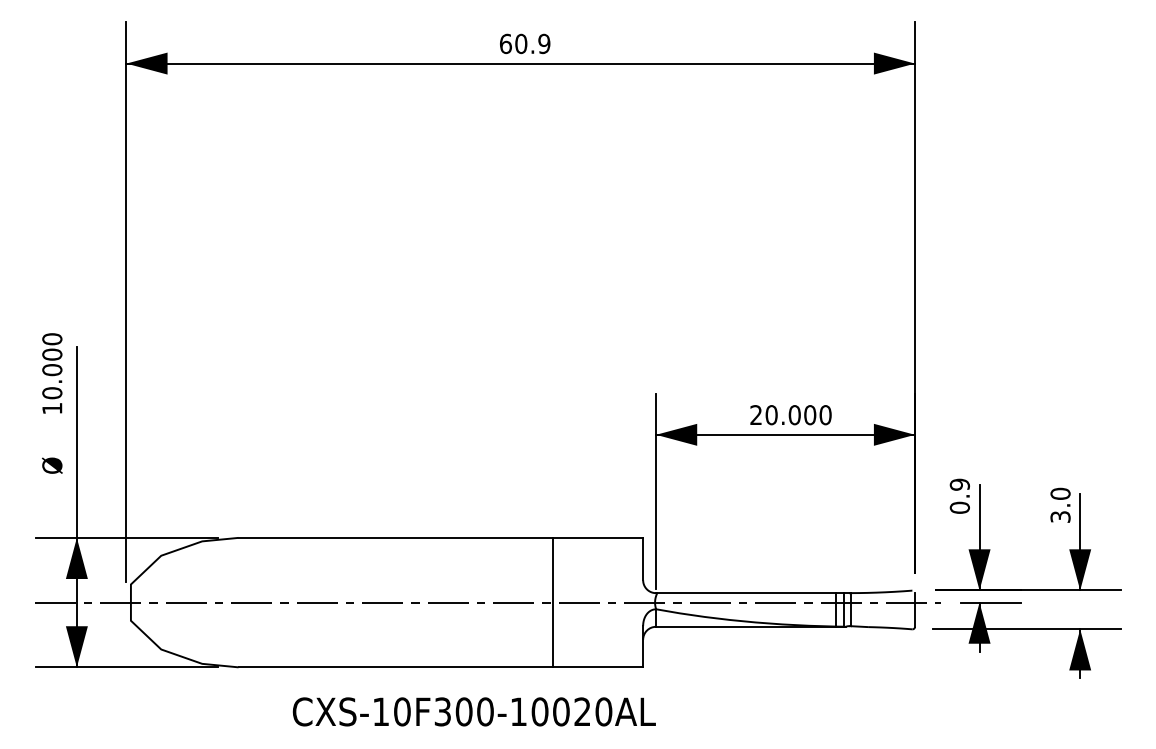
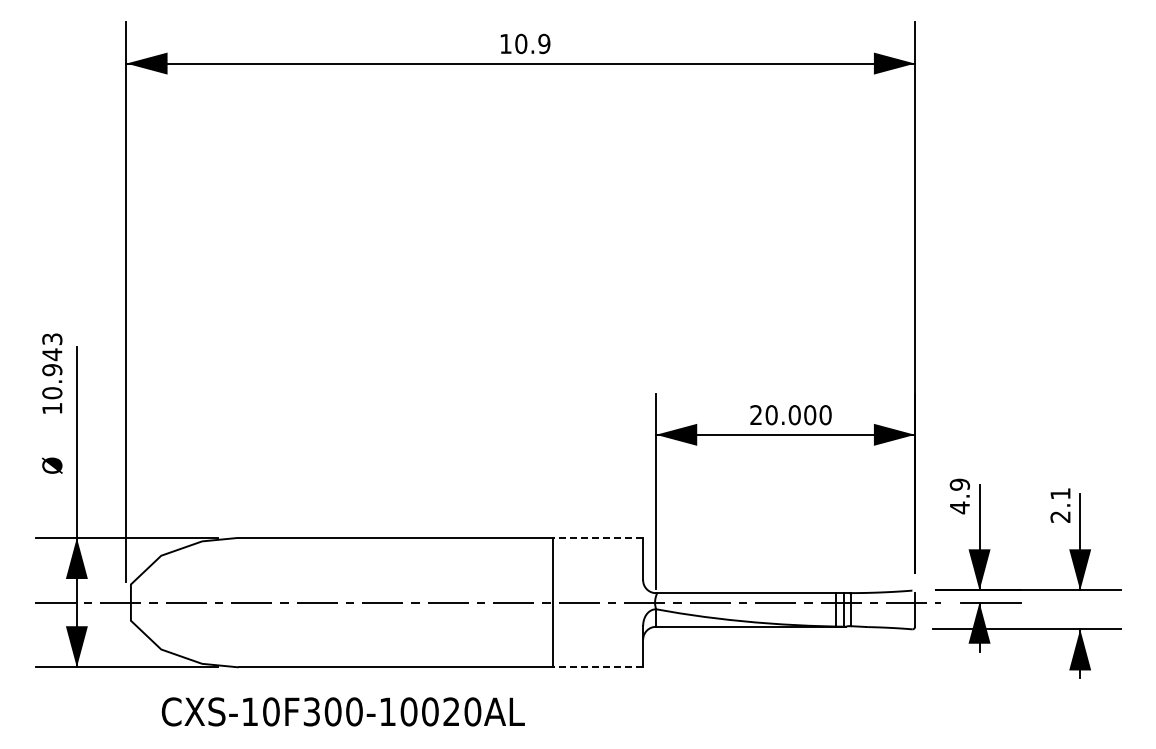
text at (505, 43): 60.9 -> 10.9
text at (52, 354): 10.000 -> 10.943
text at (1060, 504): 3.0 -> 2.1
text at (959, 507): 0.9 -> 4.9
line at (597, 537): solid -> dashed
line at (597, 667): solid -> dashed
text at (473, 711) position: (473, 711) -> (342, 711)
